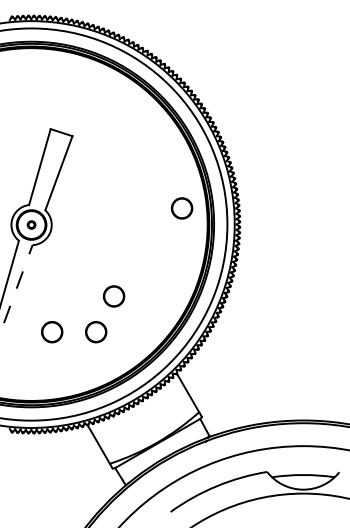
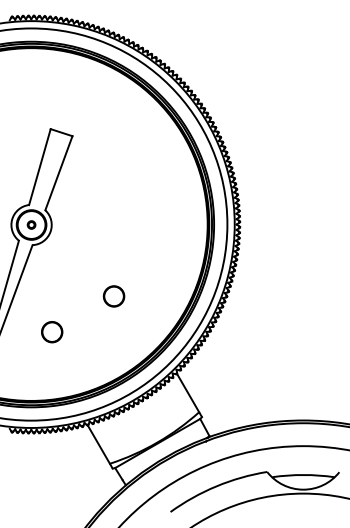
part at (181, 208): present -> none
line at (16, 289): dashed -> solid
circle at (96, 332): present -> none
